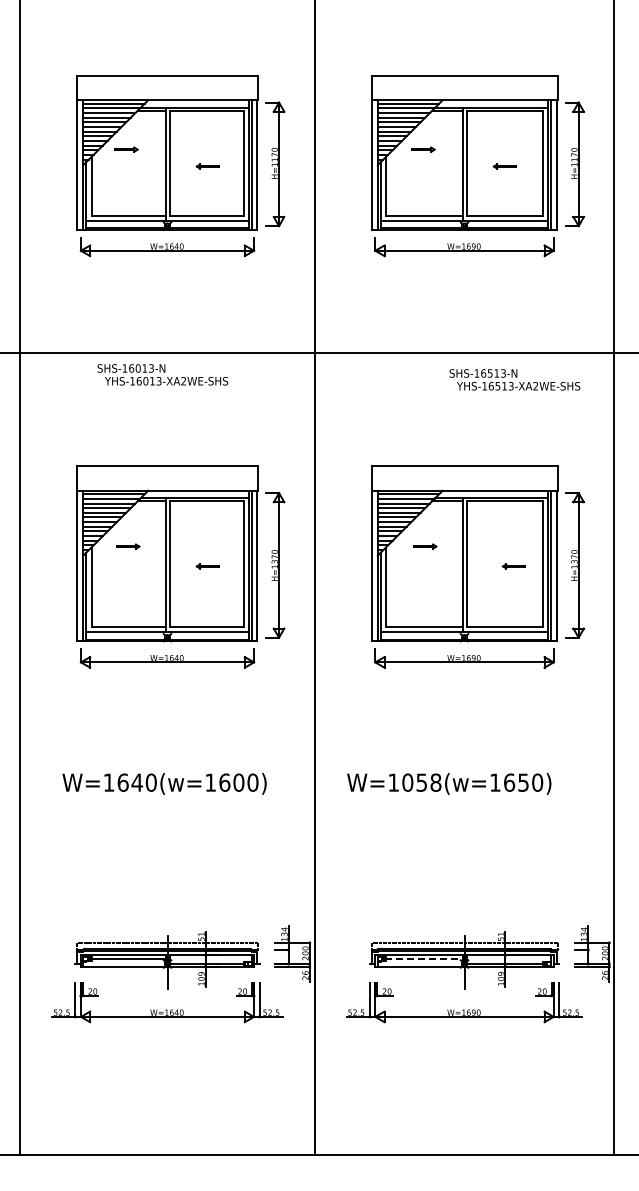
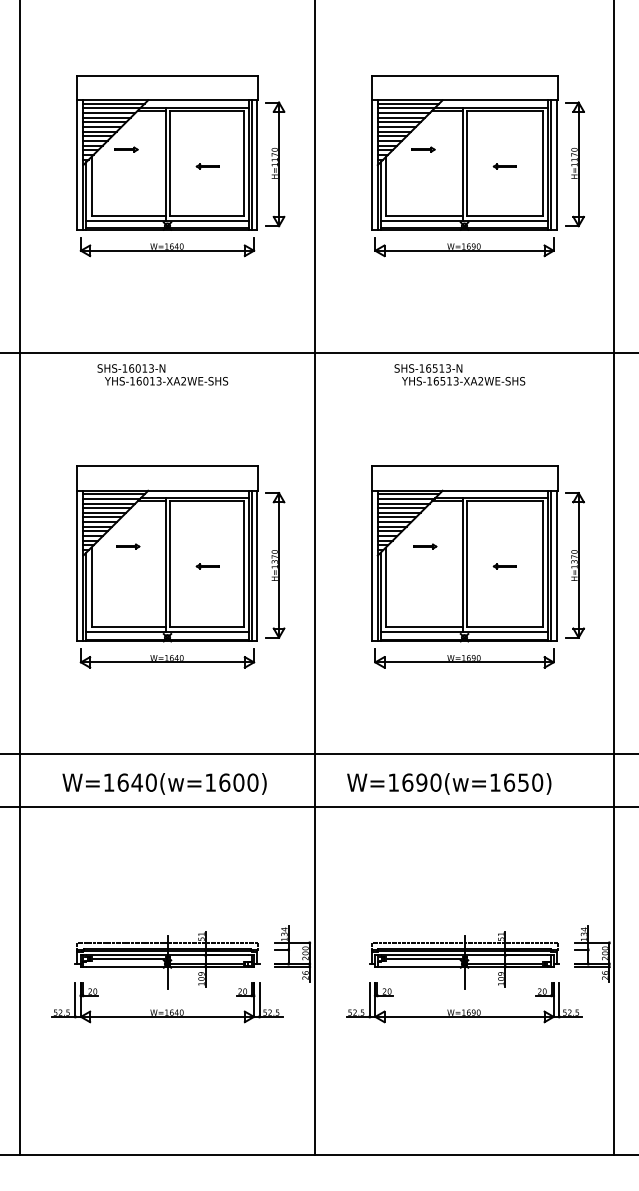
text at (514, 379) position: (514, 379) -> (459, 374)
part at (513, 566) position: (513, 566) -> (504, 566)
line at (318, 754): none -> present
text at (421, 782): W=1058(w=1650) -> W=1690(w=1650)
line at (318, 806): none -> present
line at (424, 959): dashed -> solid
